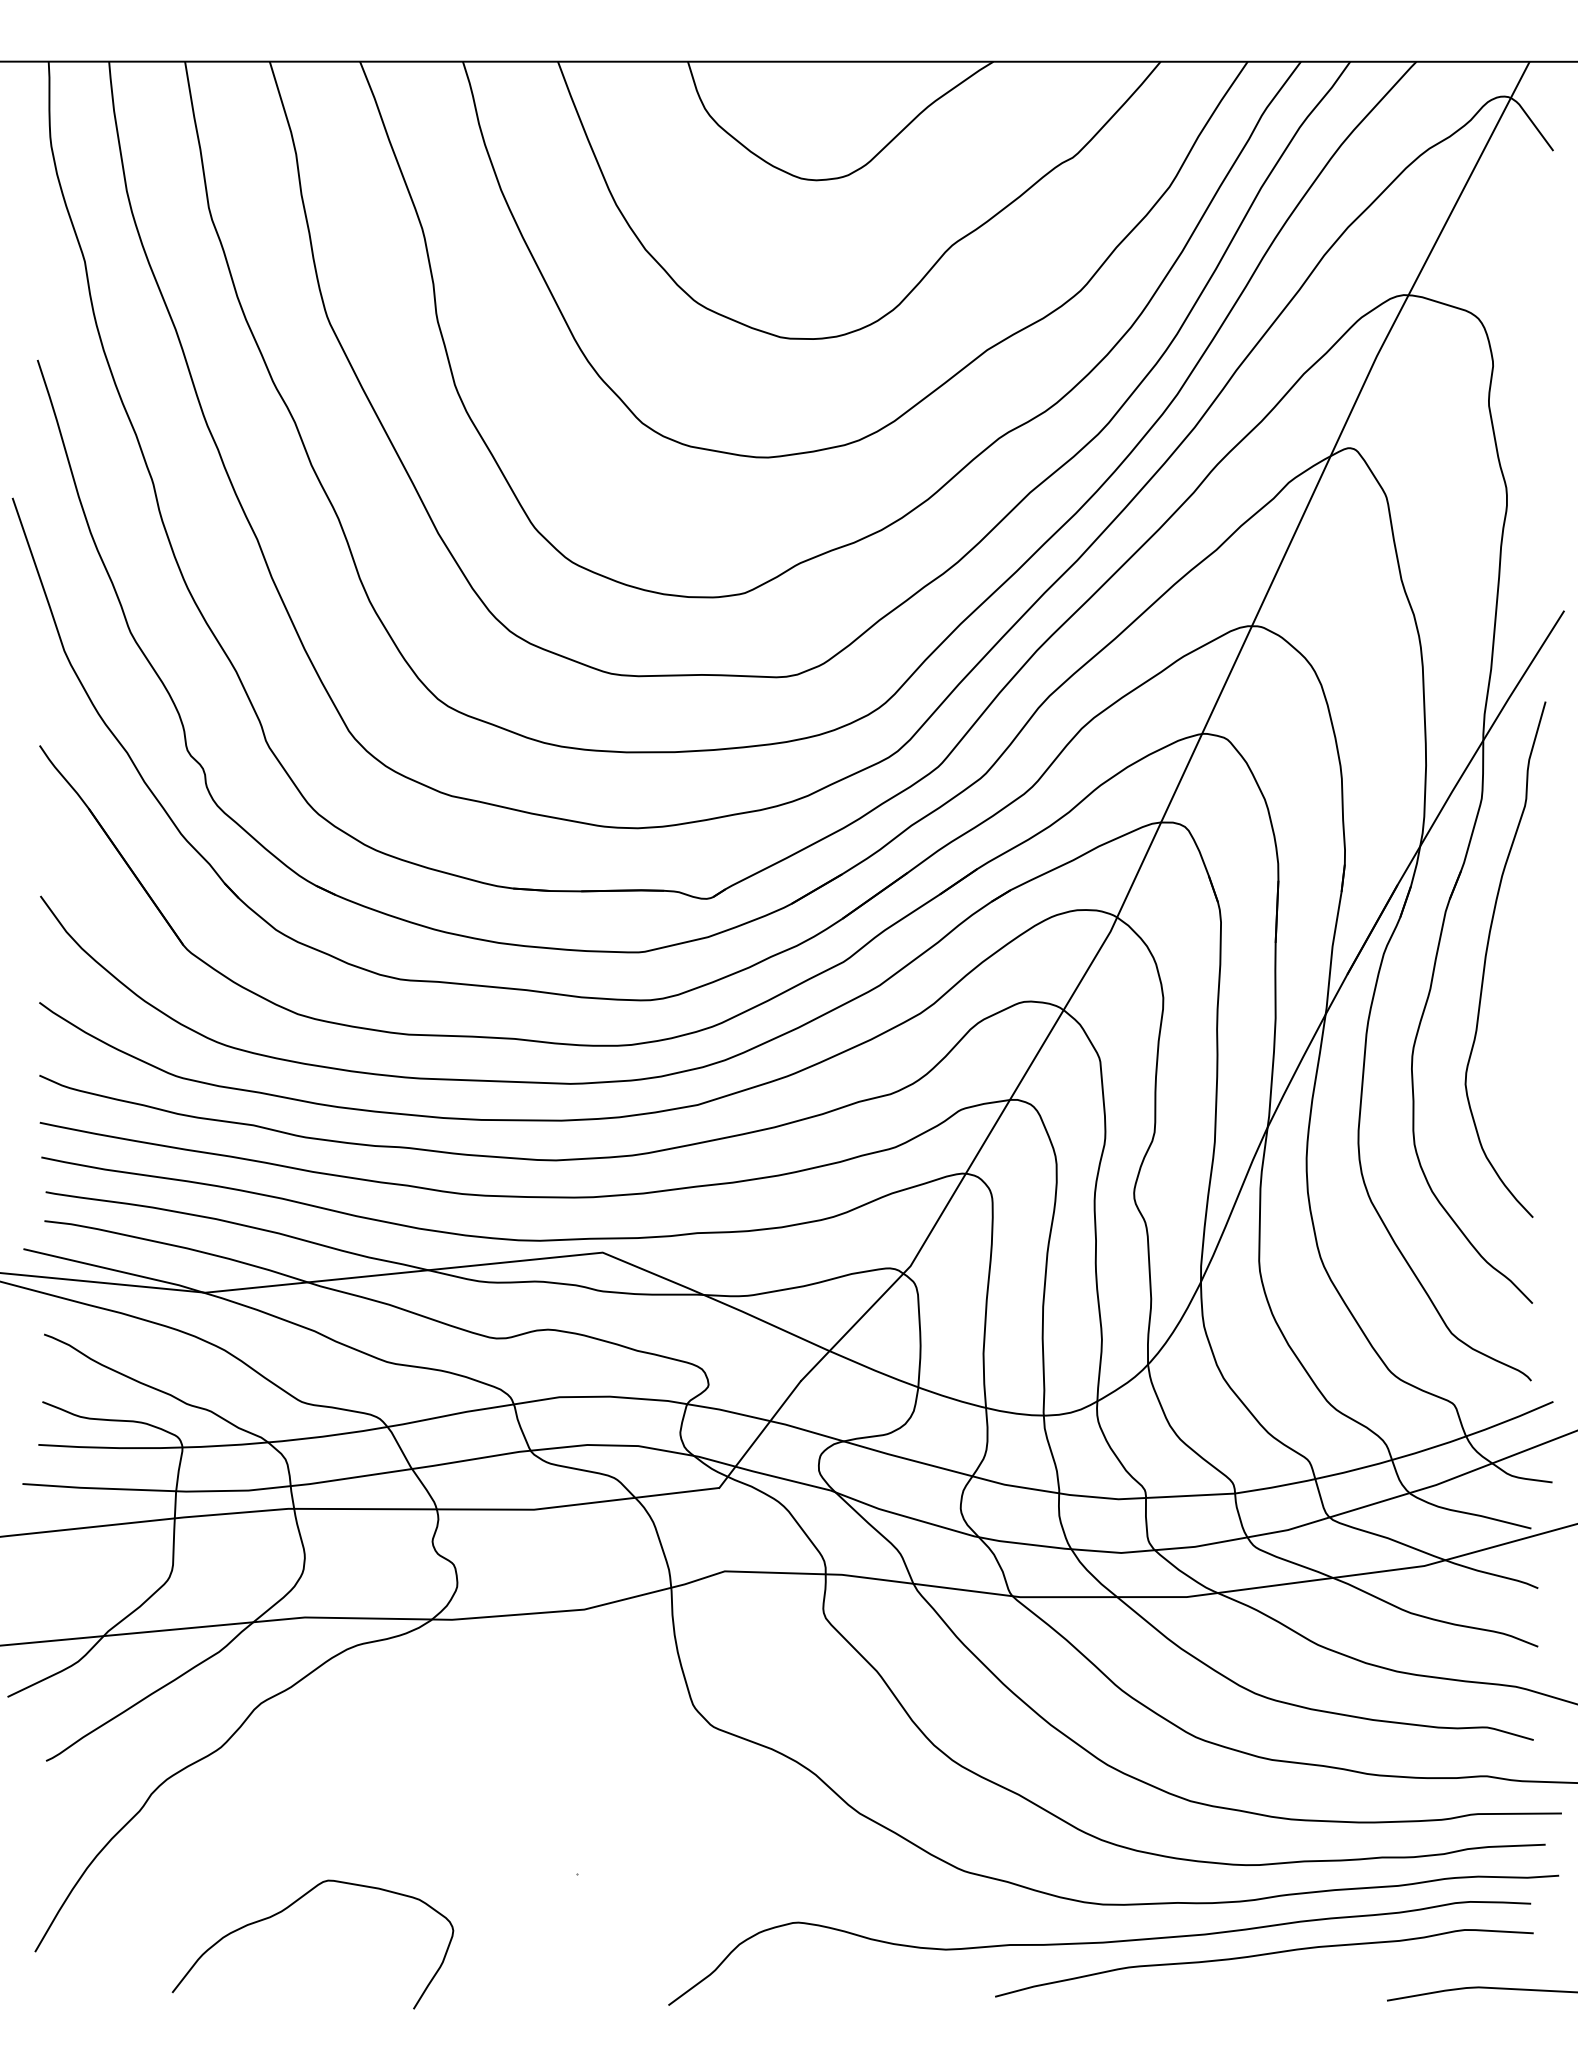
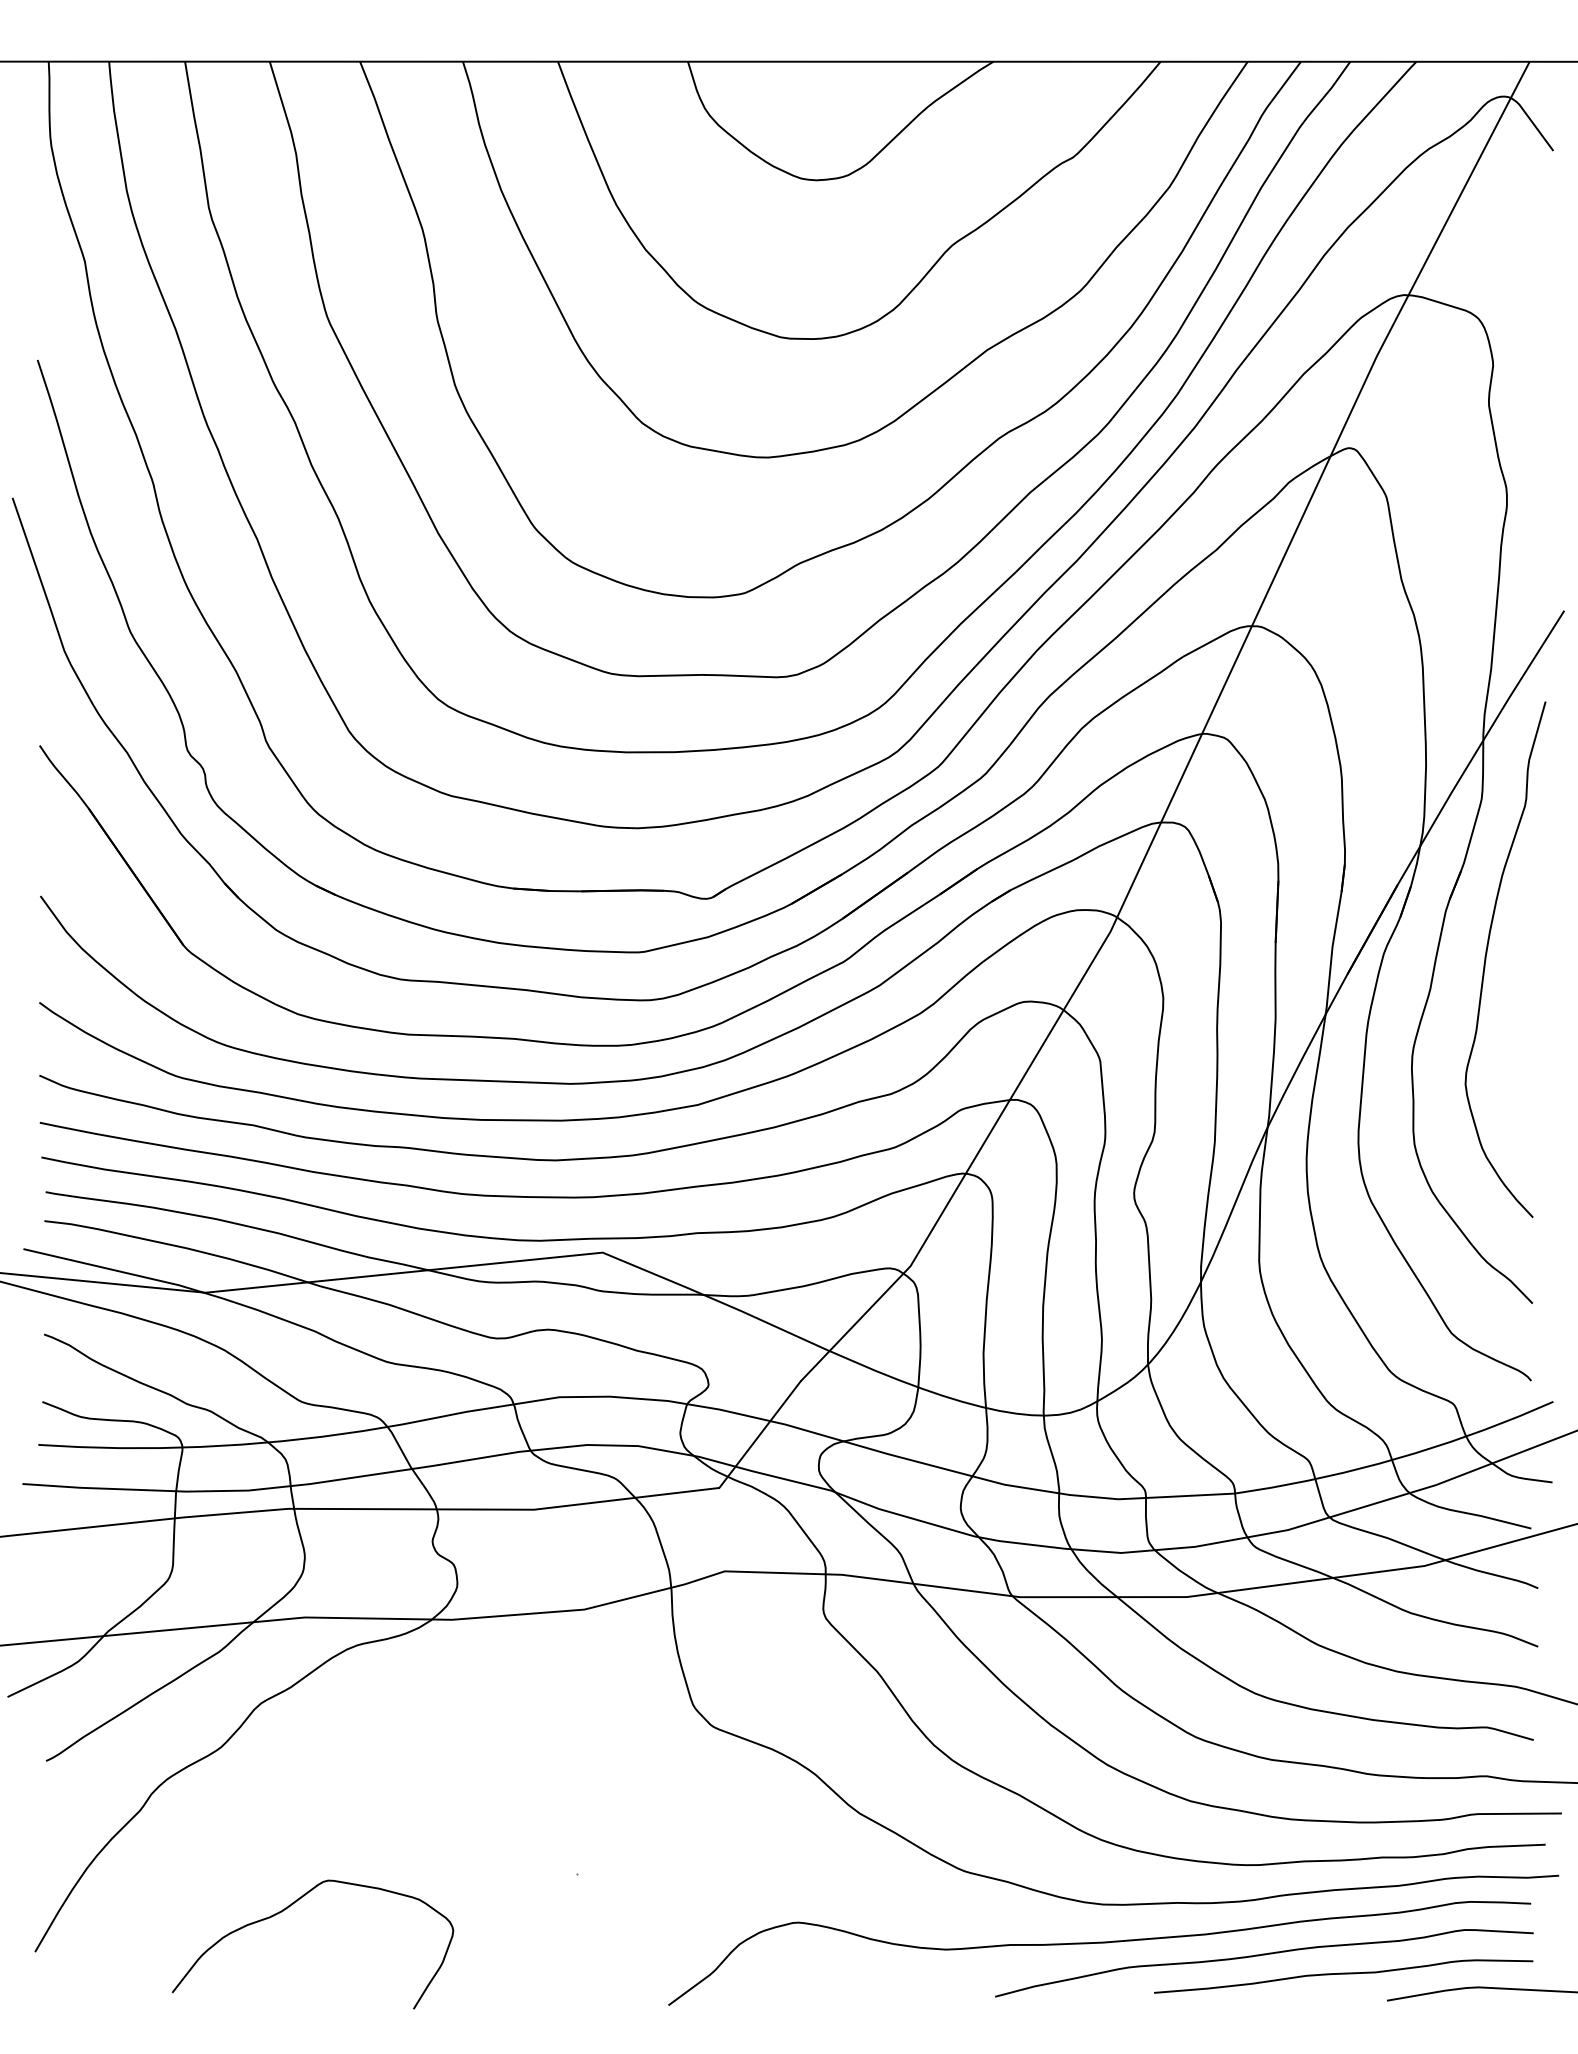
curve at (1343, 1974): none -> present
